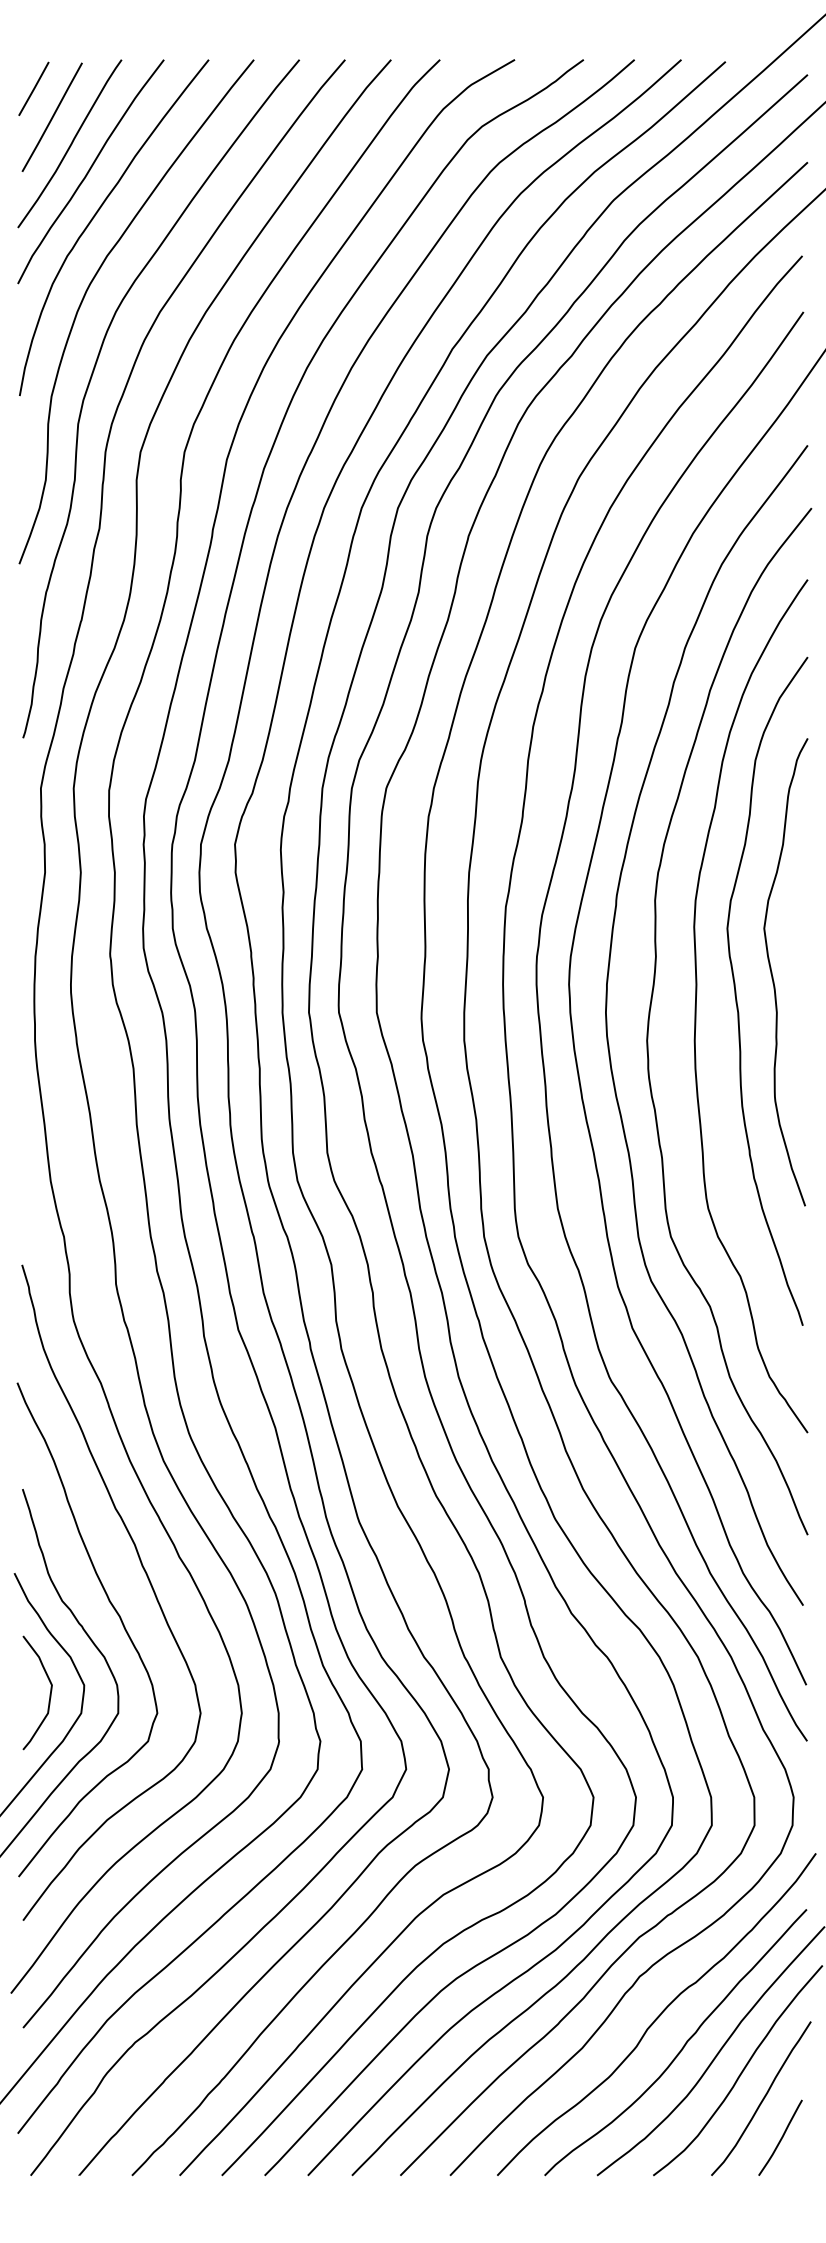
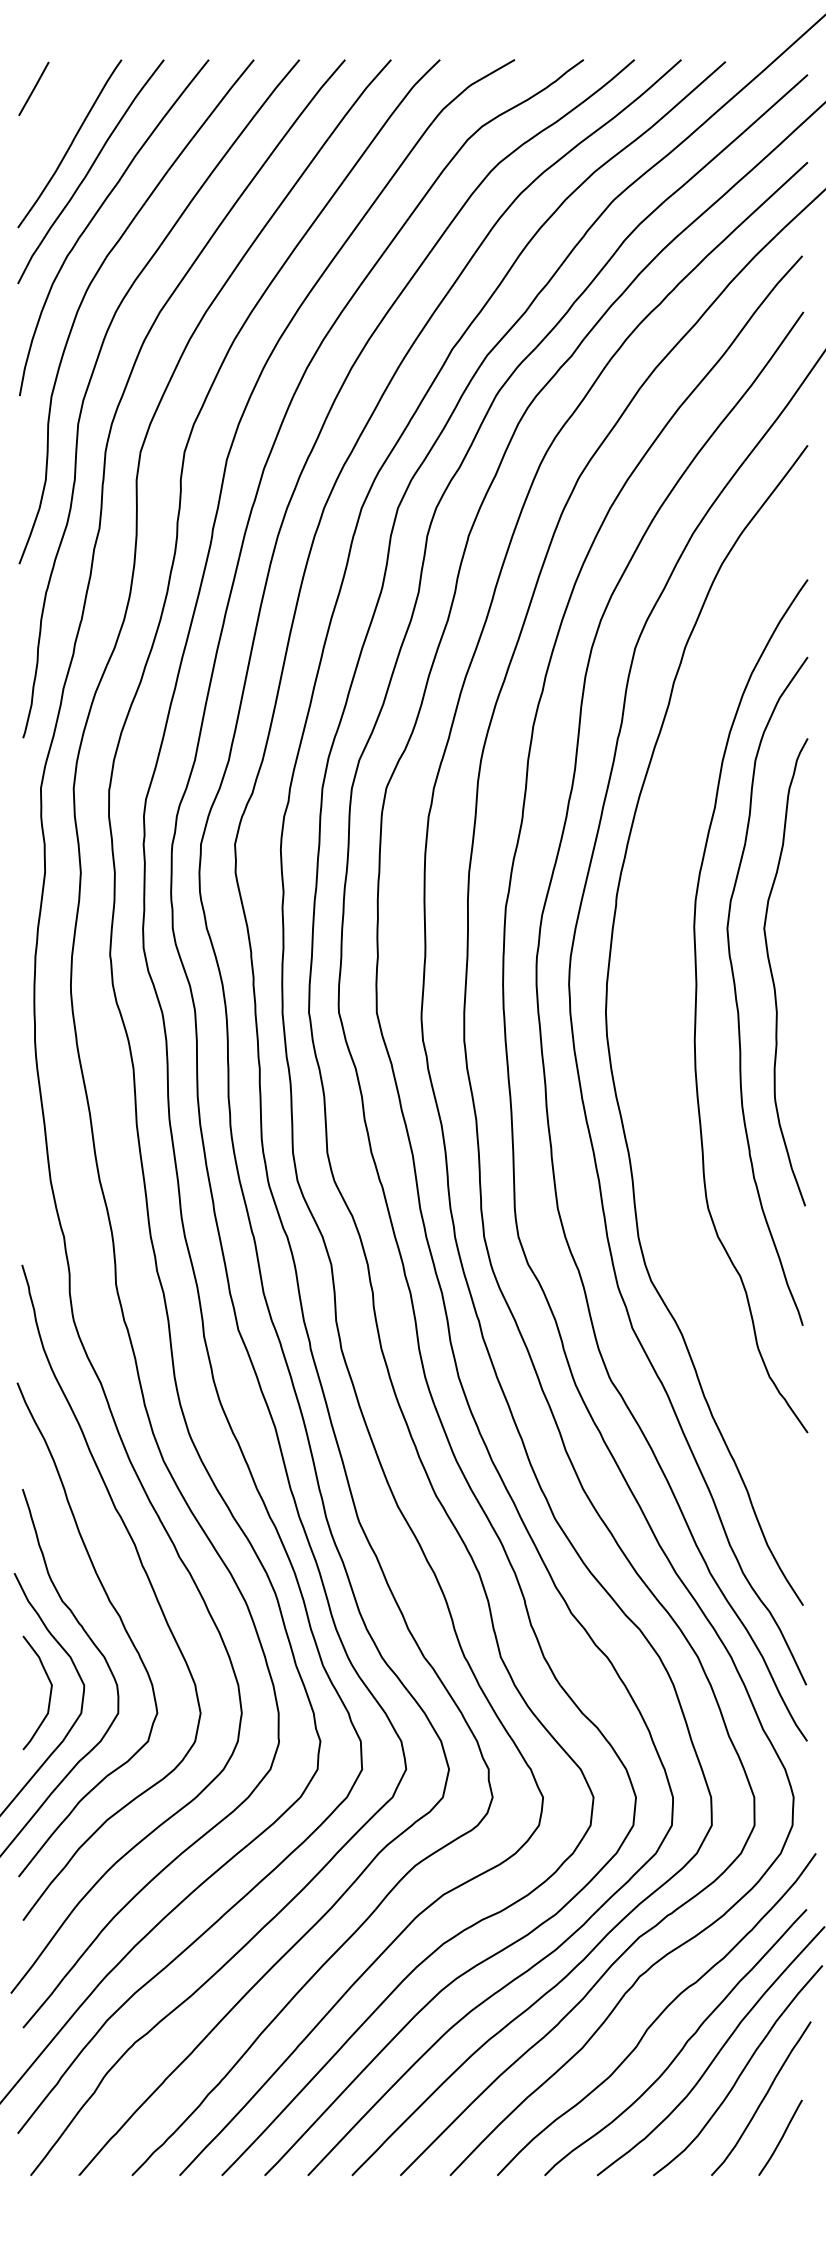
line at (52, 116): present -> none
curve at (650, 1015): present -> none
